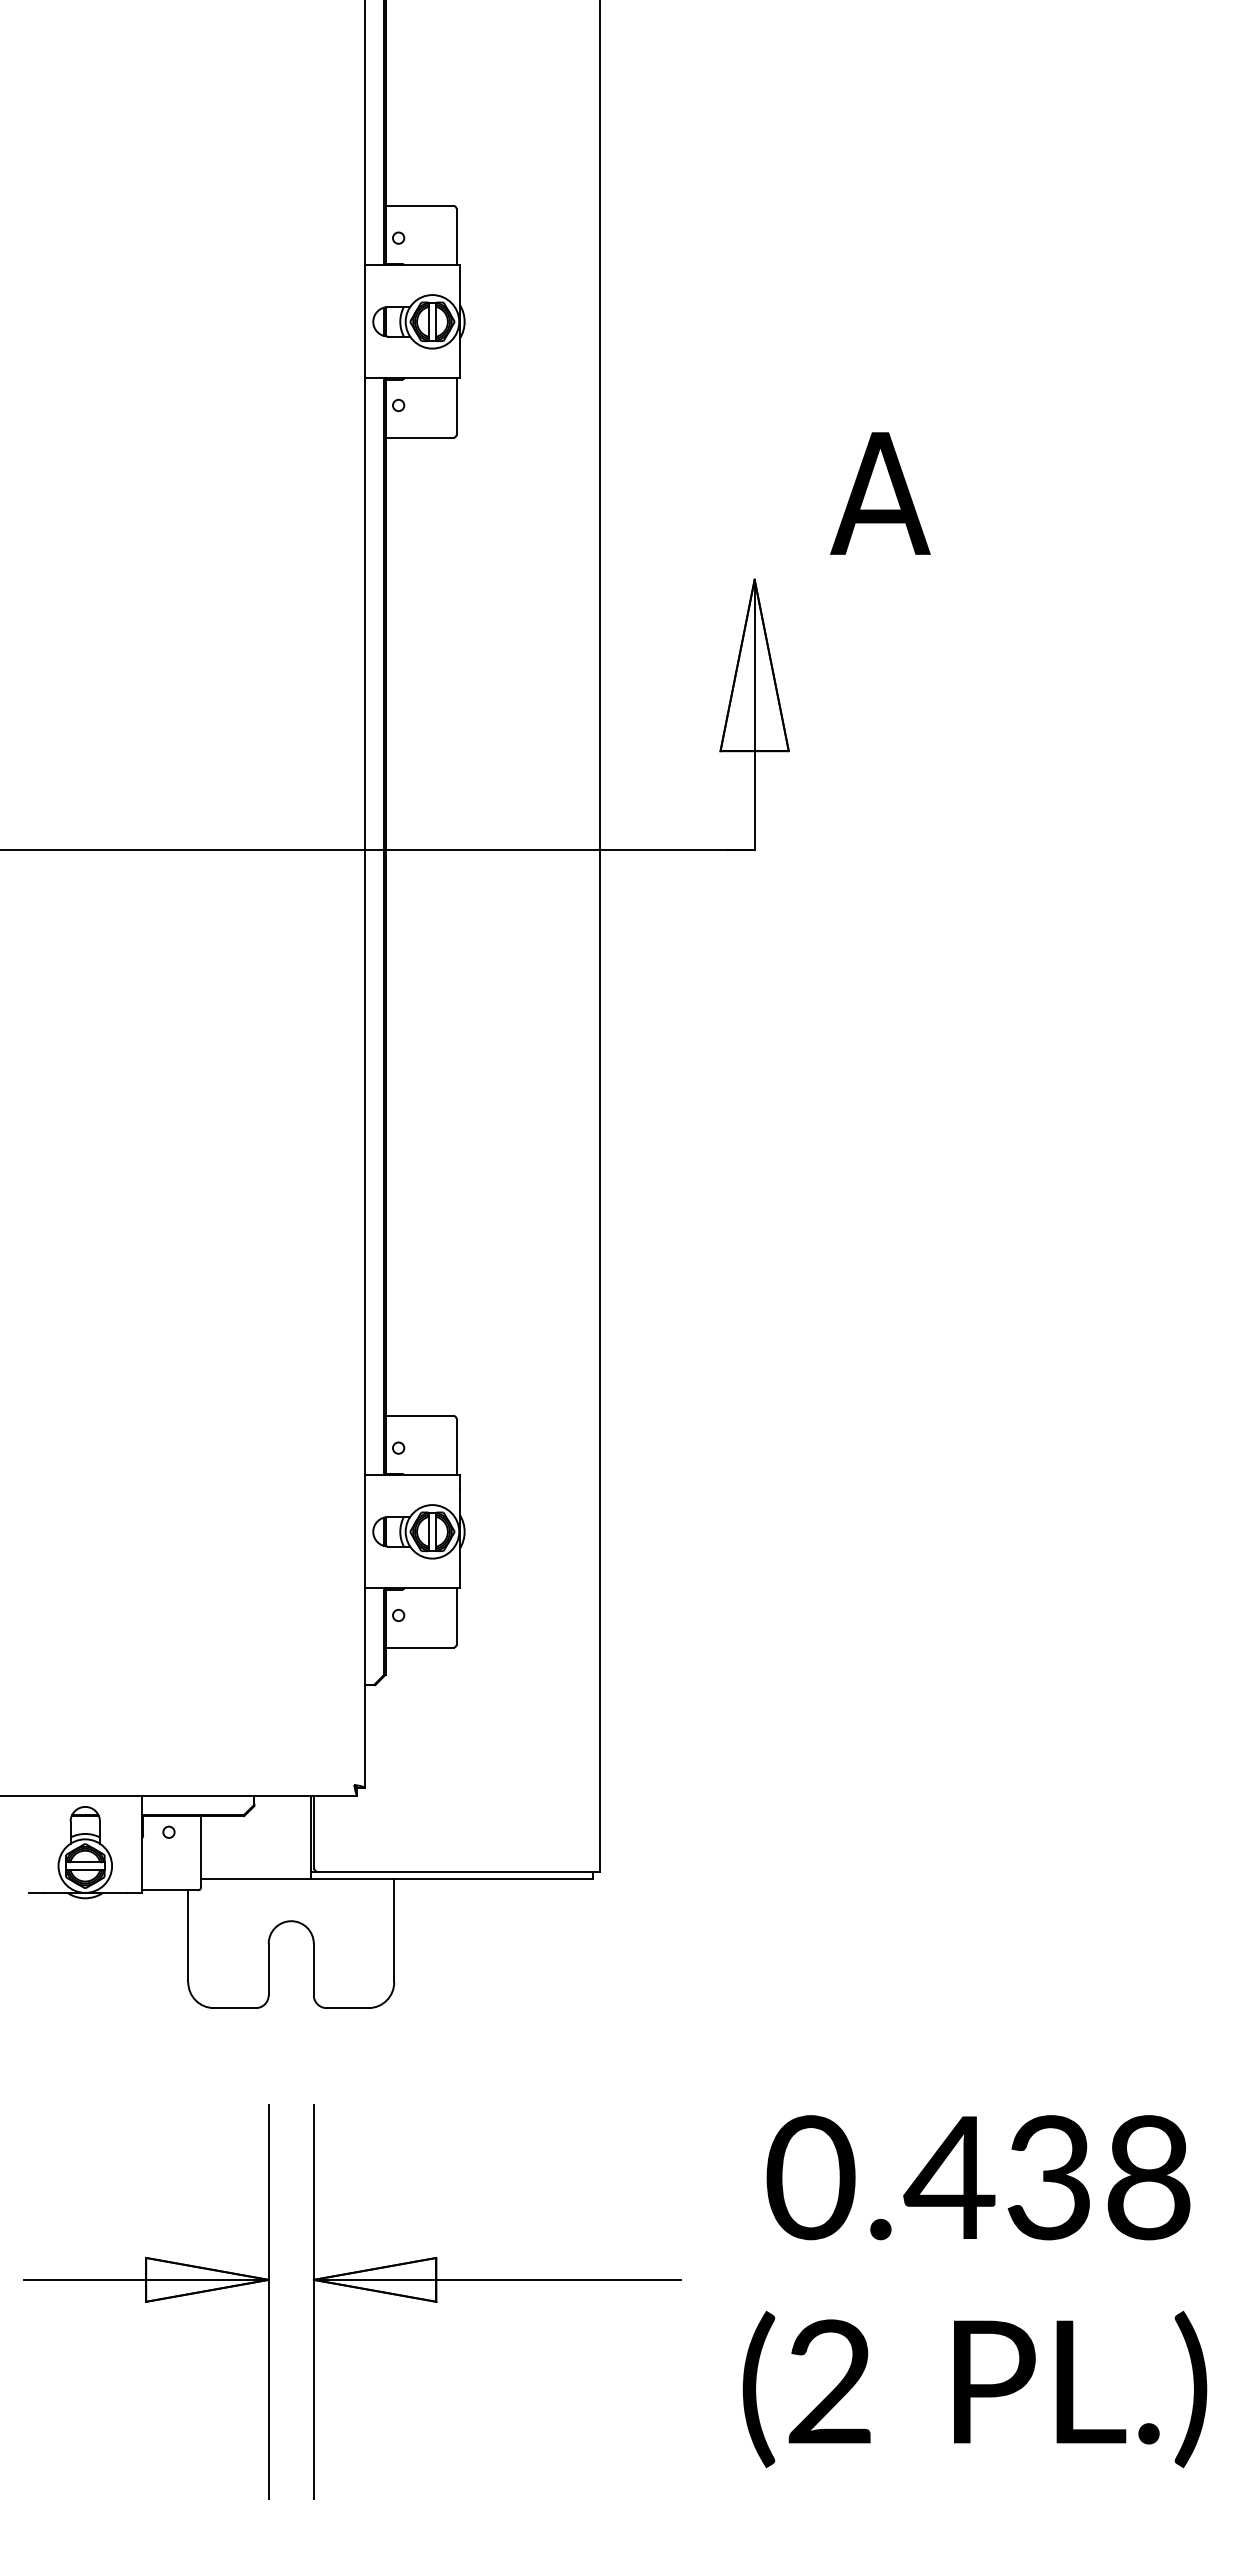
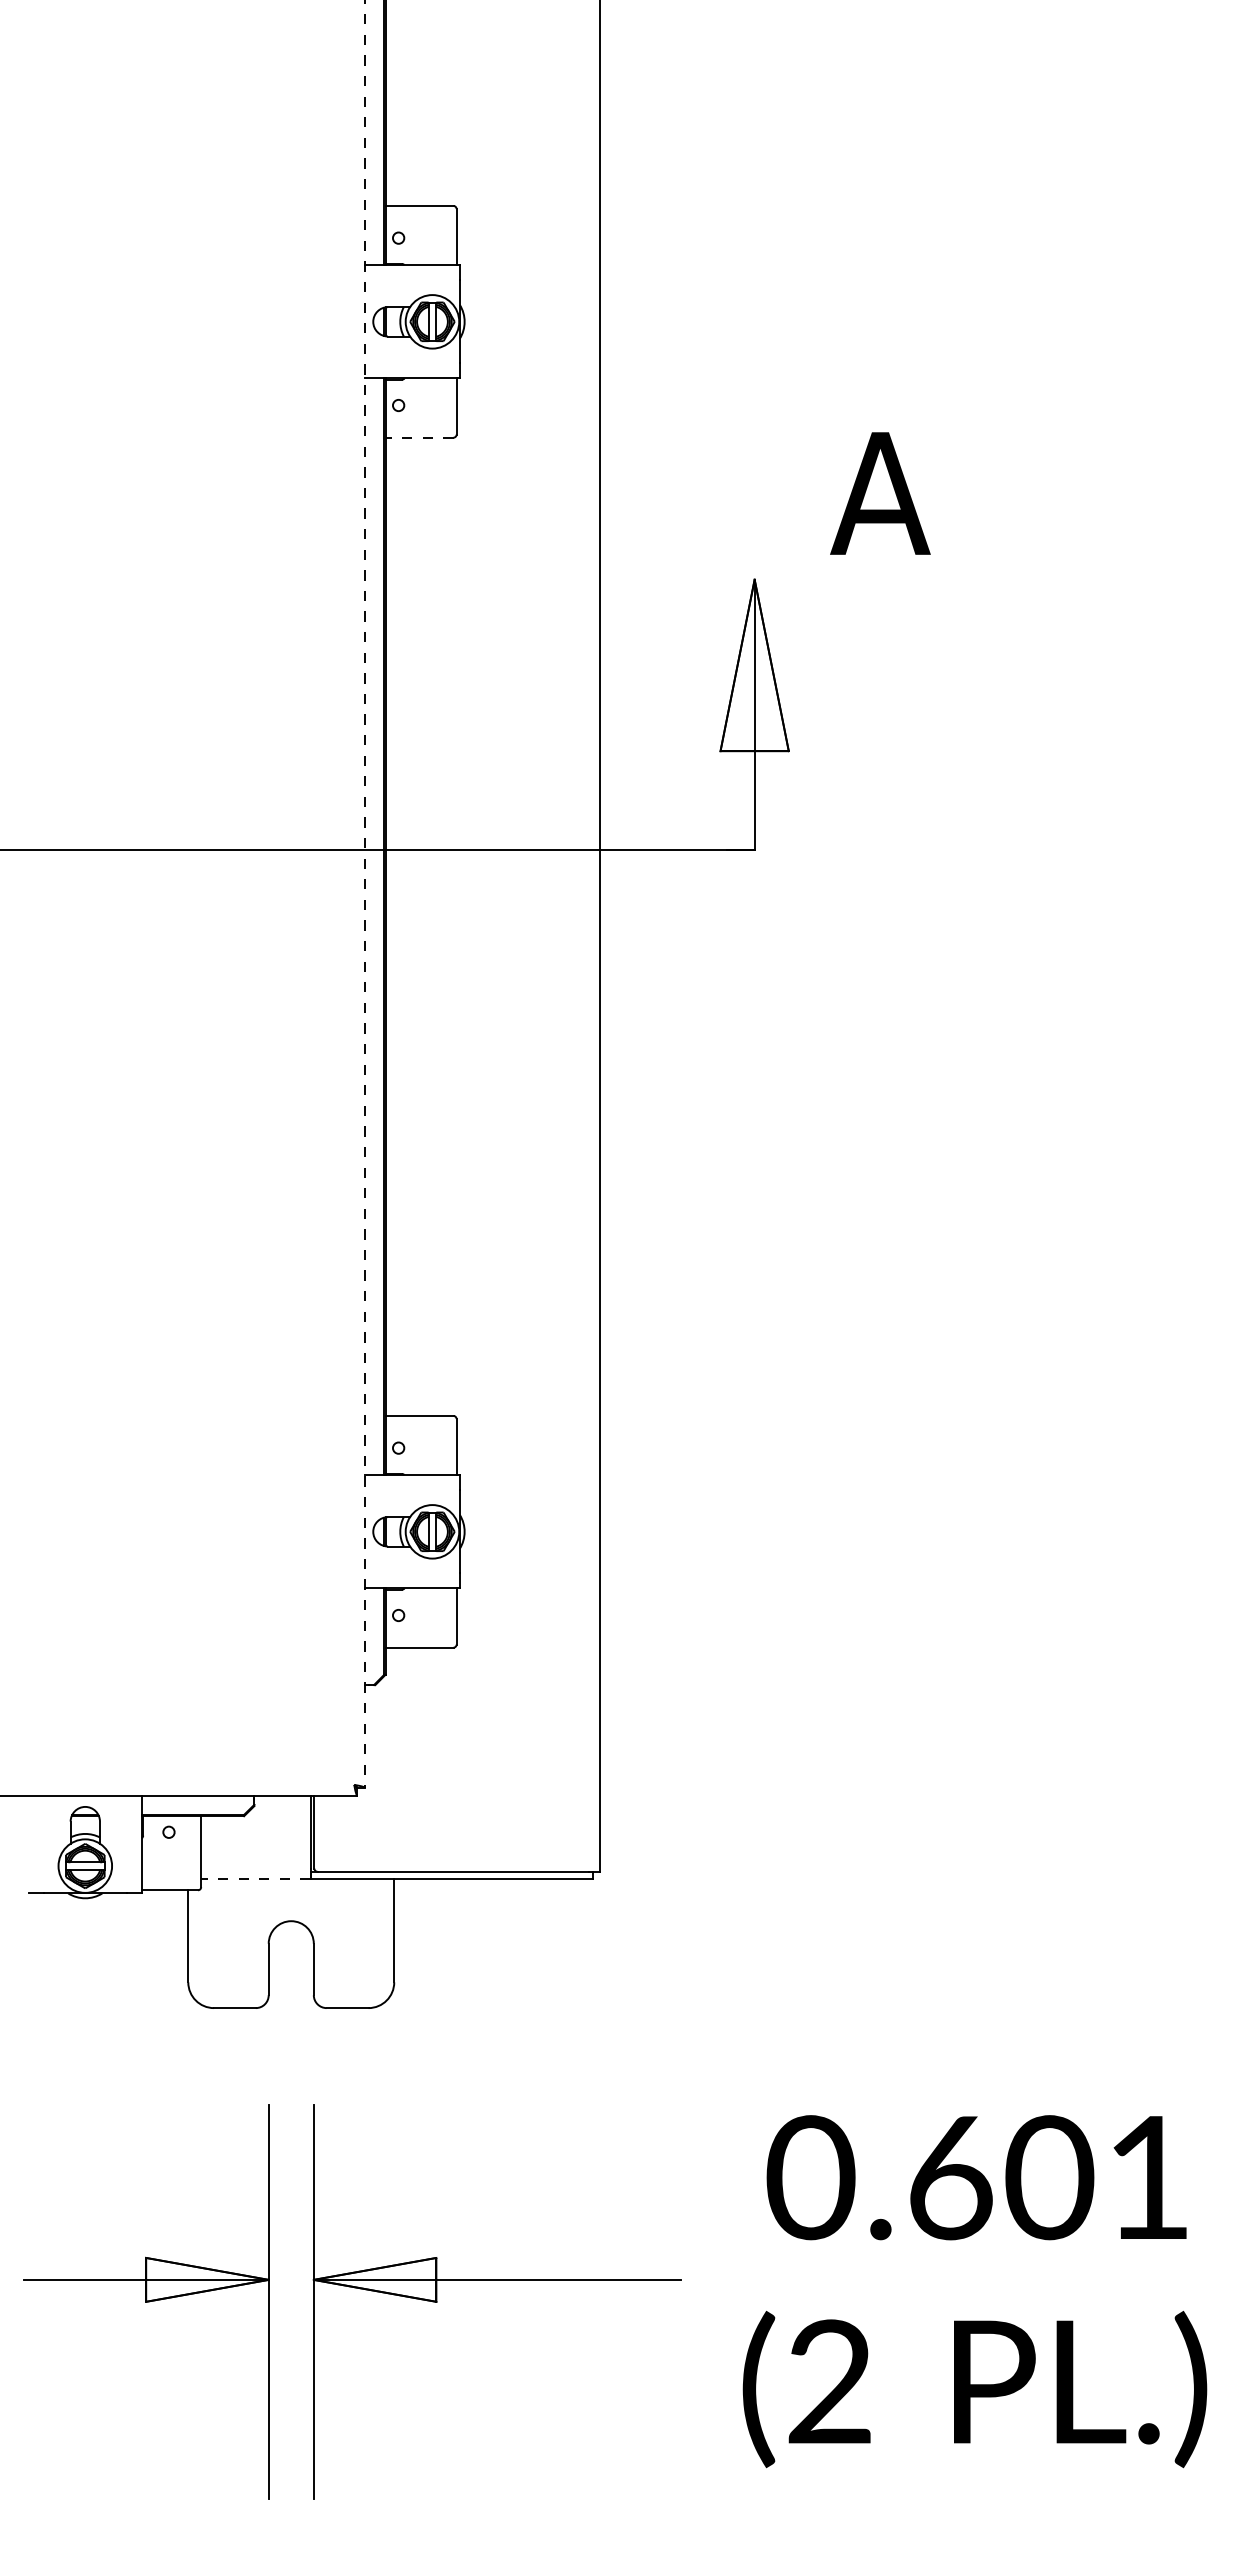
line at (419, 437): solid -> dashed
line at (365, 894): solid -> dashed
line at (255, 1879): solid -> dashed
text at (1046, 2177): 0.438 -> 0.601
